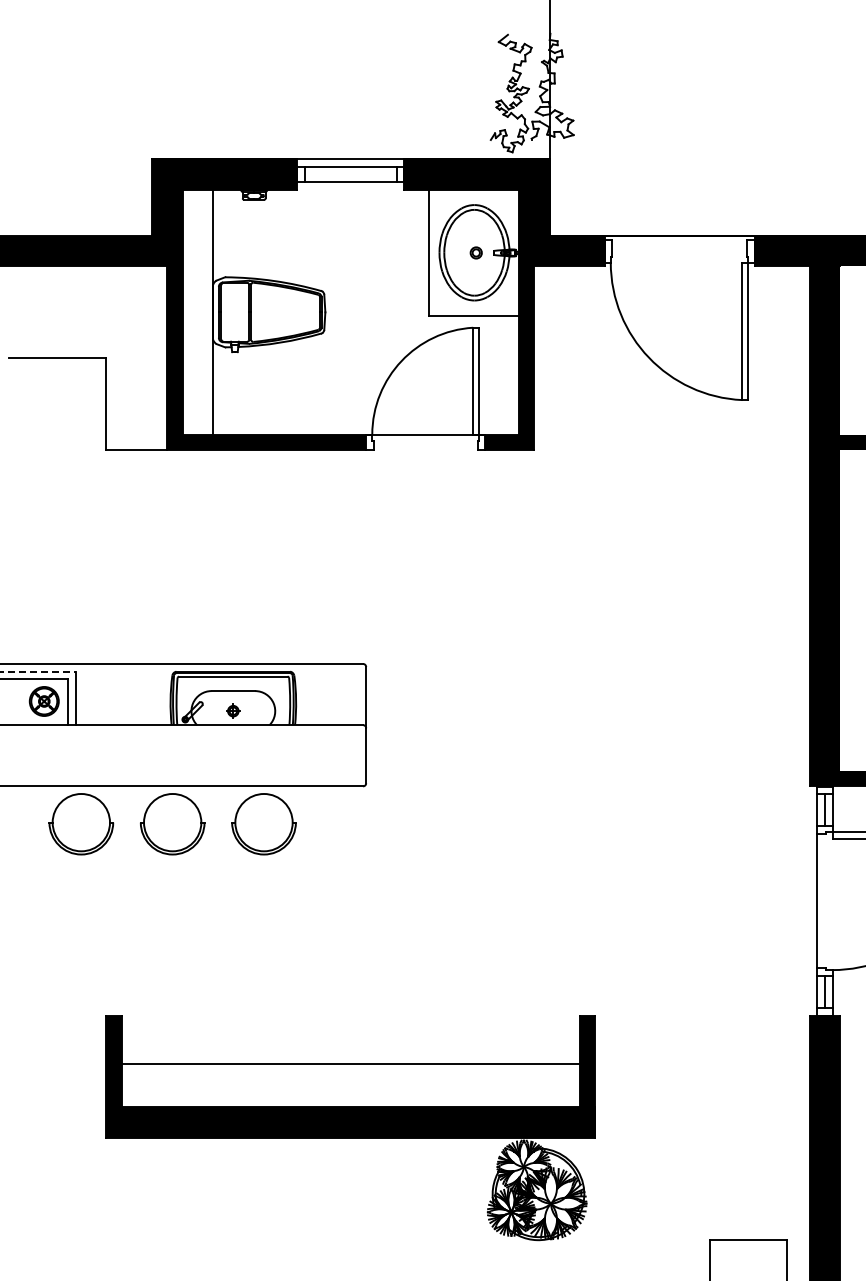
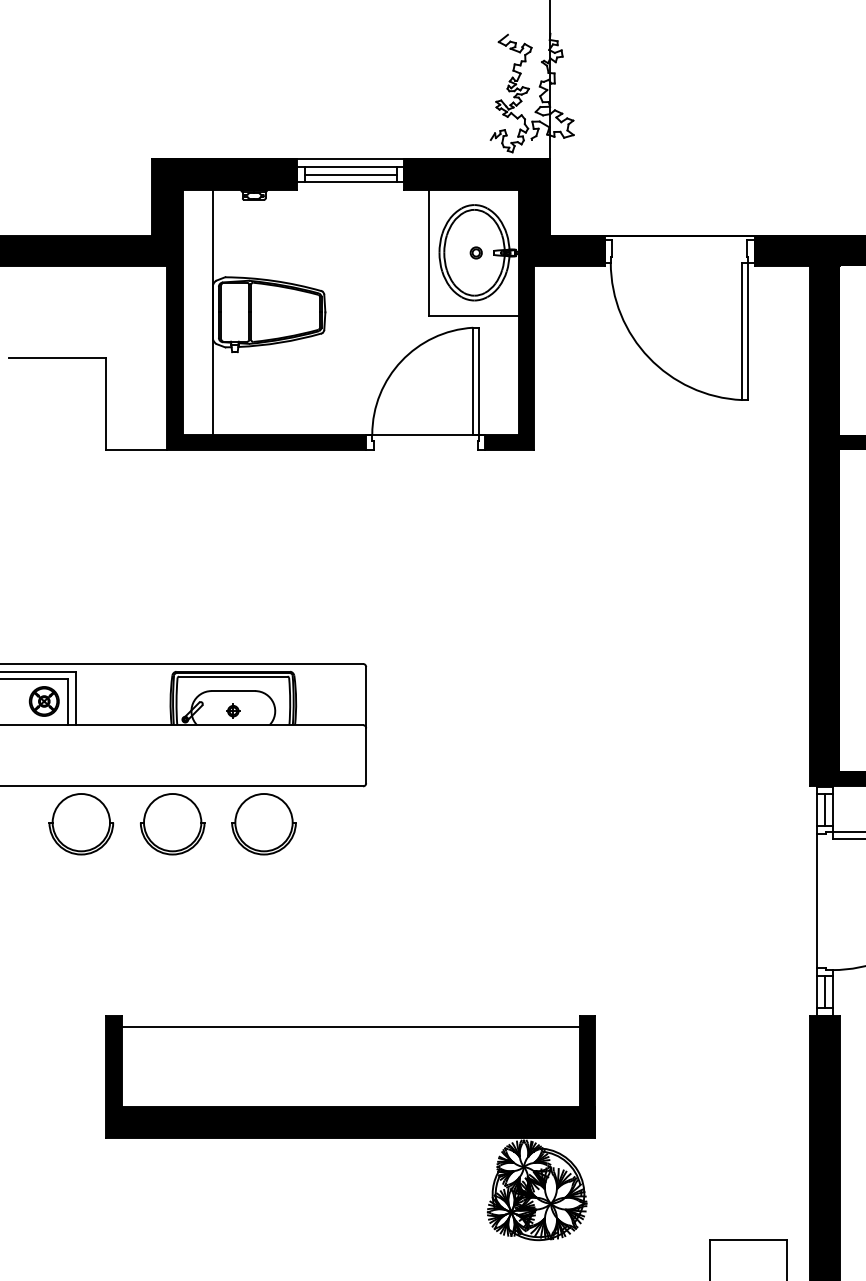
line at (350, 174): none -> present
line at (37, 671): dashed -> solid
line at (350, 1063) position: (350, 1063) -> (350, 1026)
